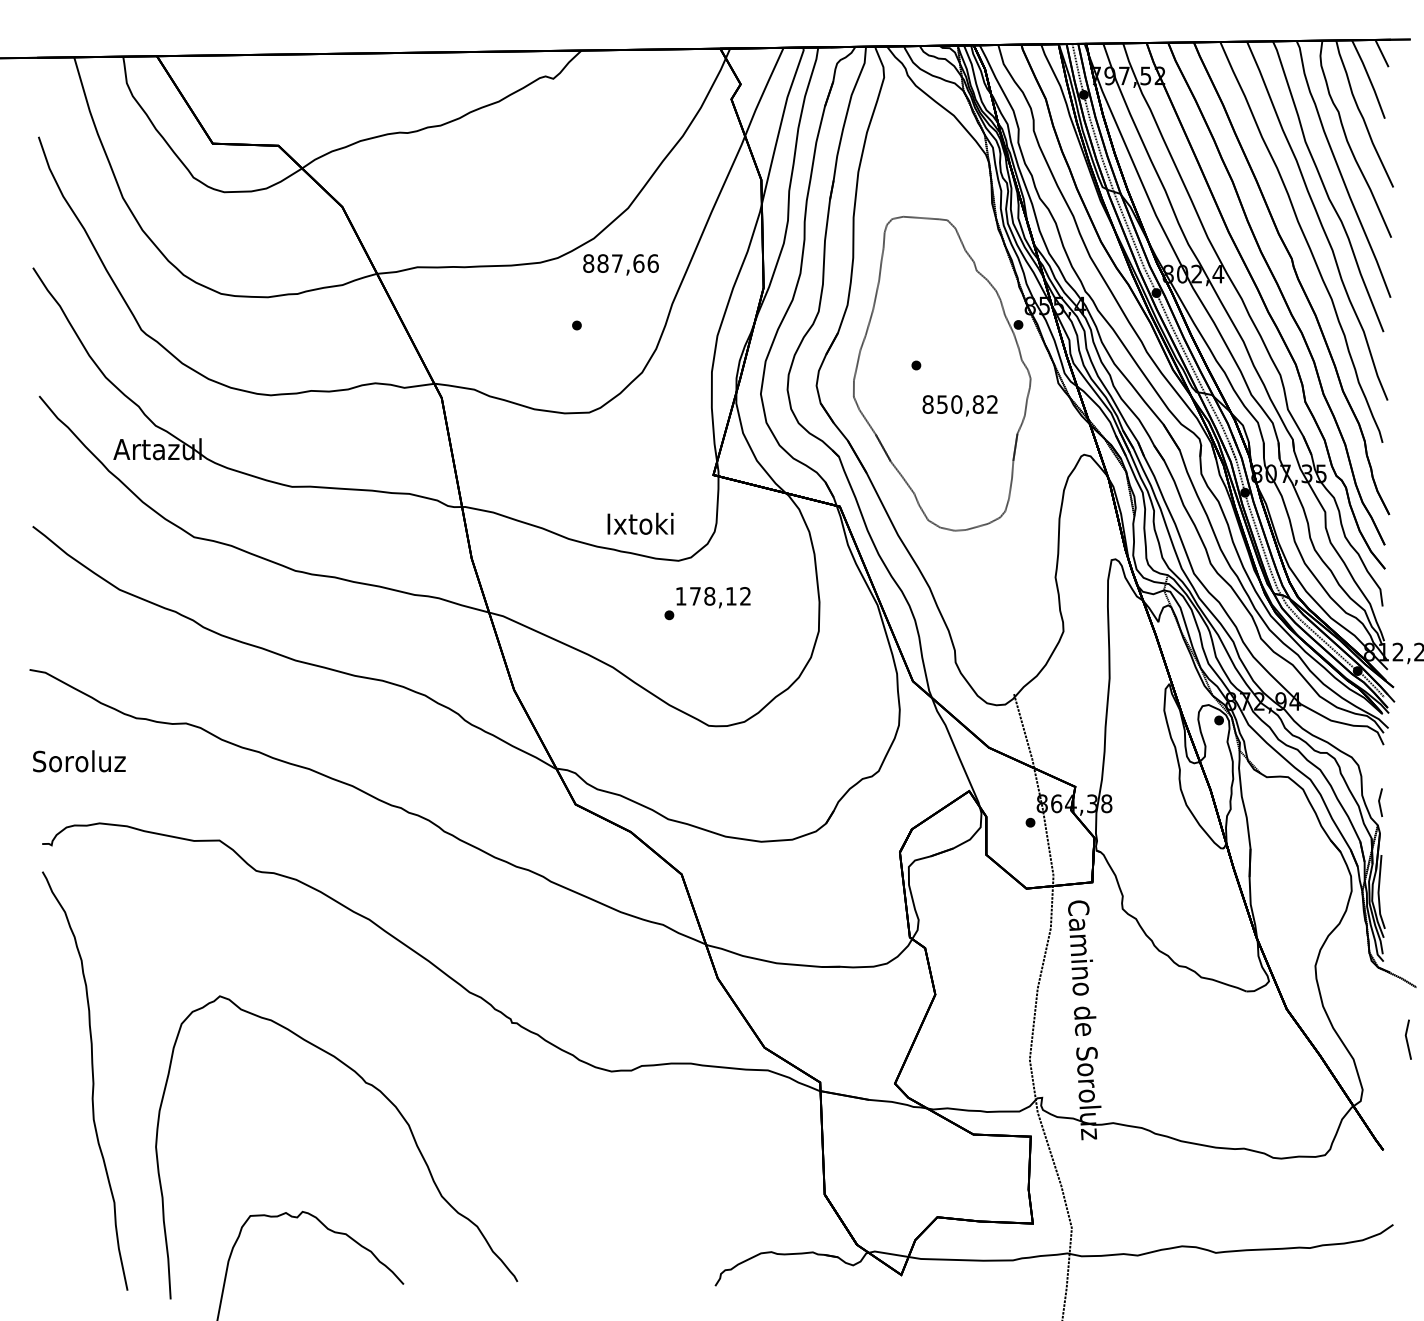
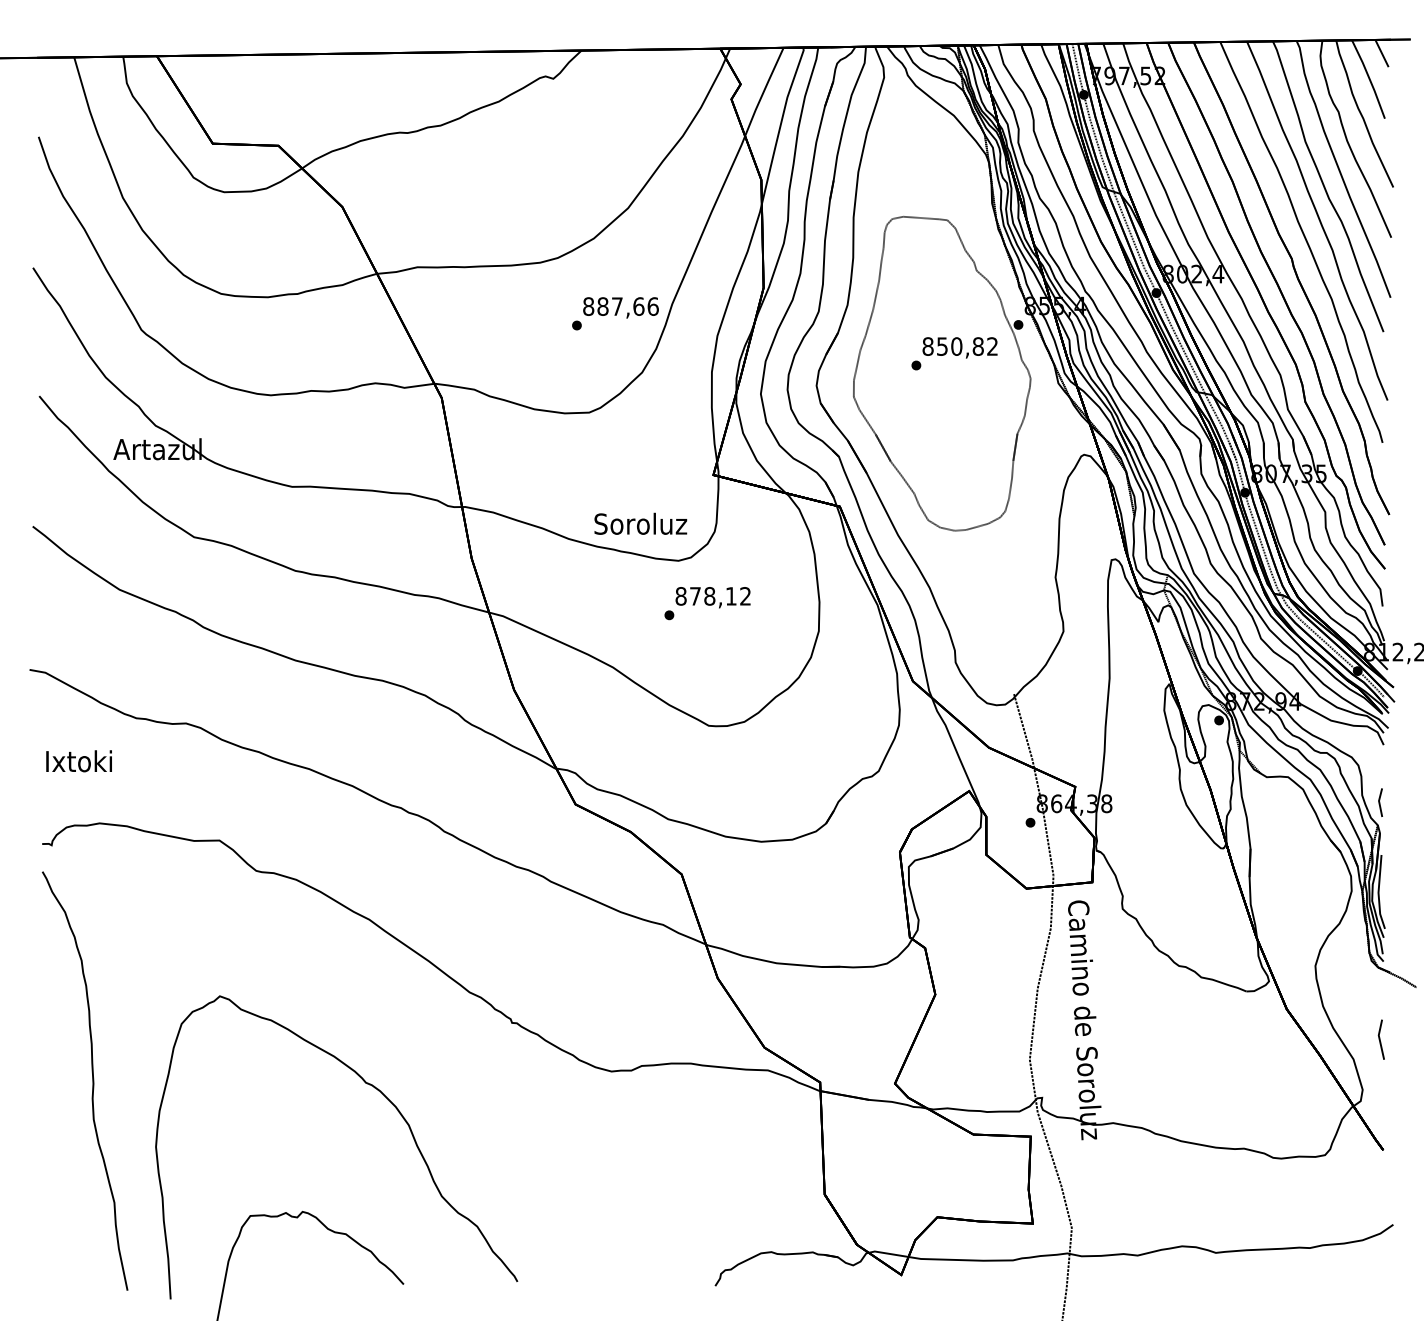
text at (620, 264) position: (620, 264) -> (620, 307)
text at (959, 405) position: (959, 405) -> (959, 347)
text at (640, 523): Ixtoki -> Soroluz
text at (680, 596): 178,12 -> 878,12
text at (79, 761): Soroluz -> Ixtoki
line at (1407, 1039) position: (1407, 1039) -> (1380, 1039)
